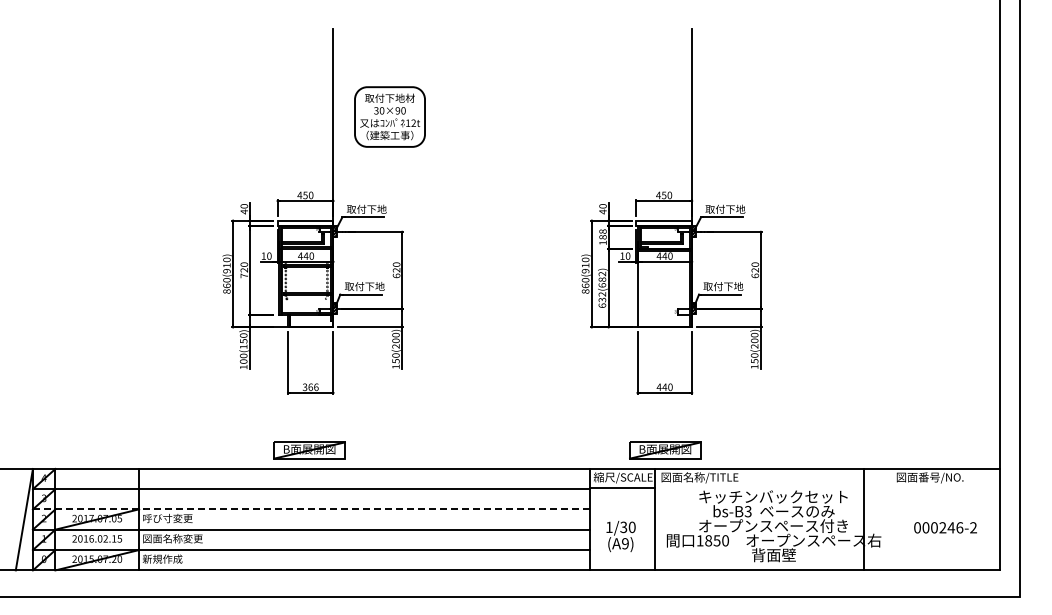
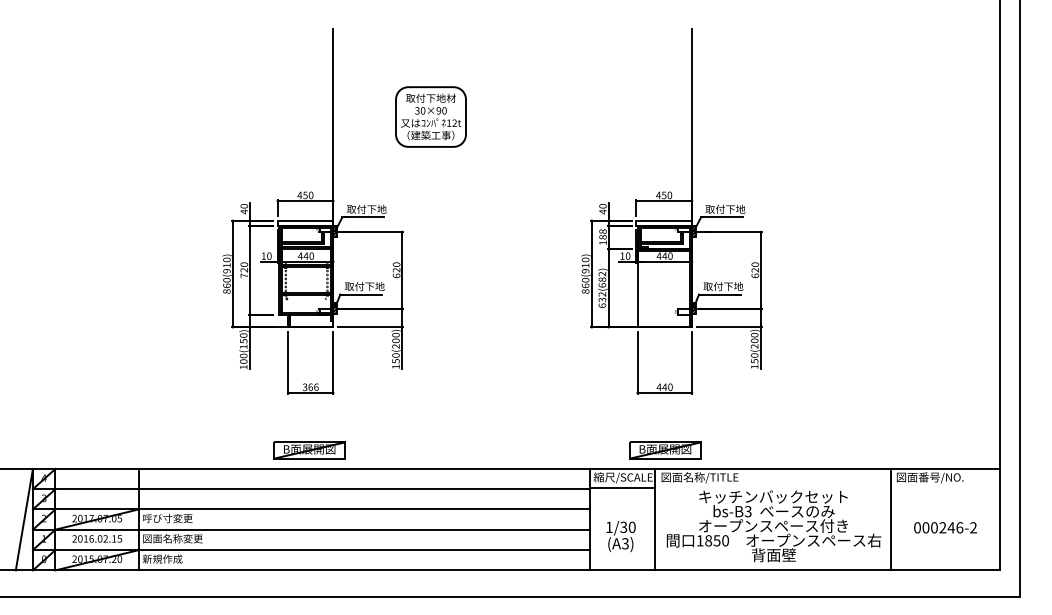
part at (389, 116) position: (389, 116) -> (430, 116)
line at (311, 509): dashed -> solid
line at (863, 519) position: (863, 519) -> (890, 519)
text at (625, 543): (A9) -> (A3)
